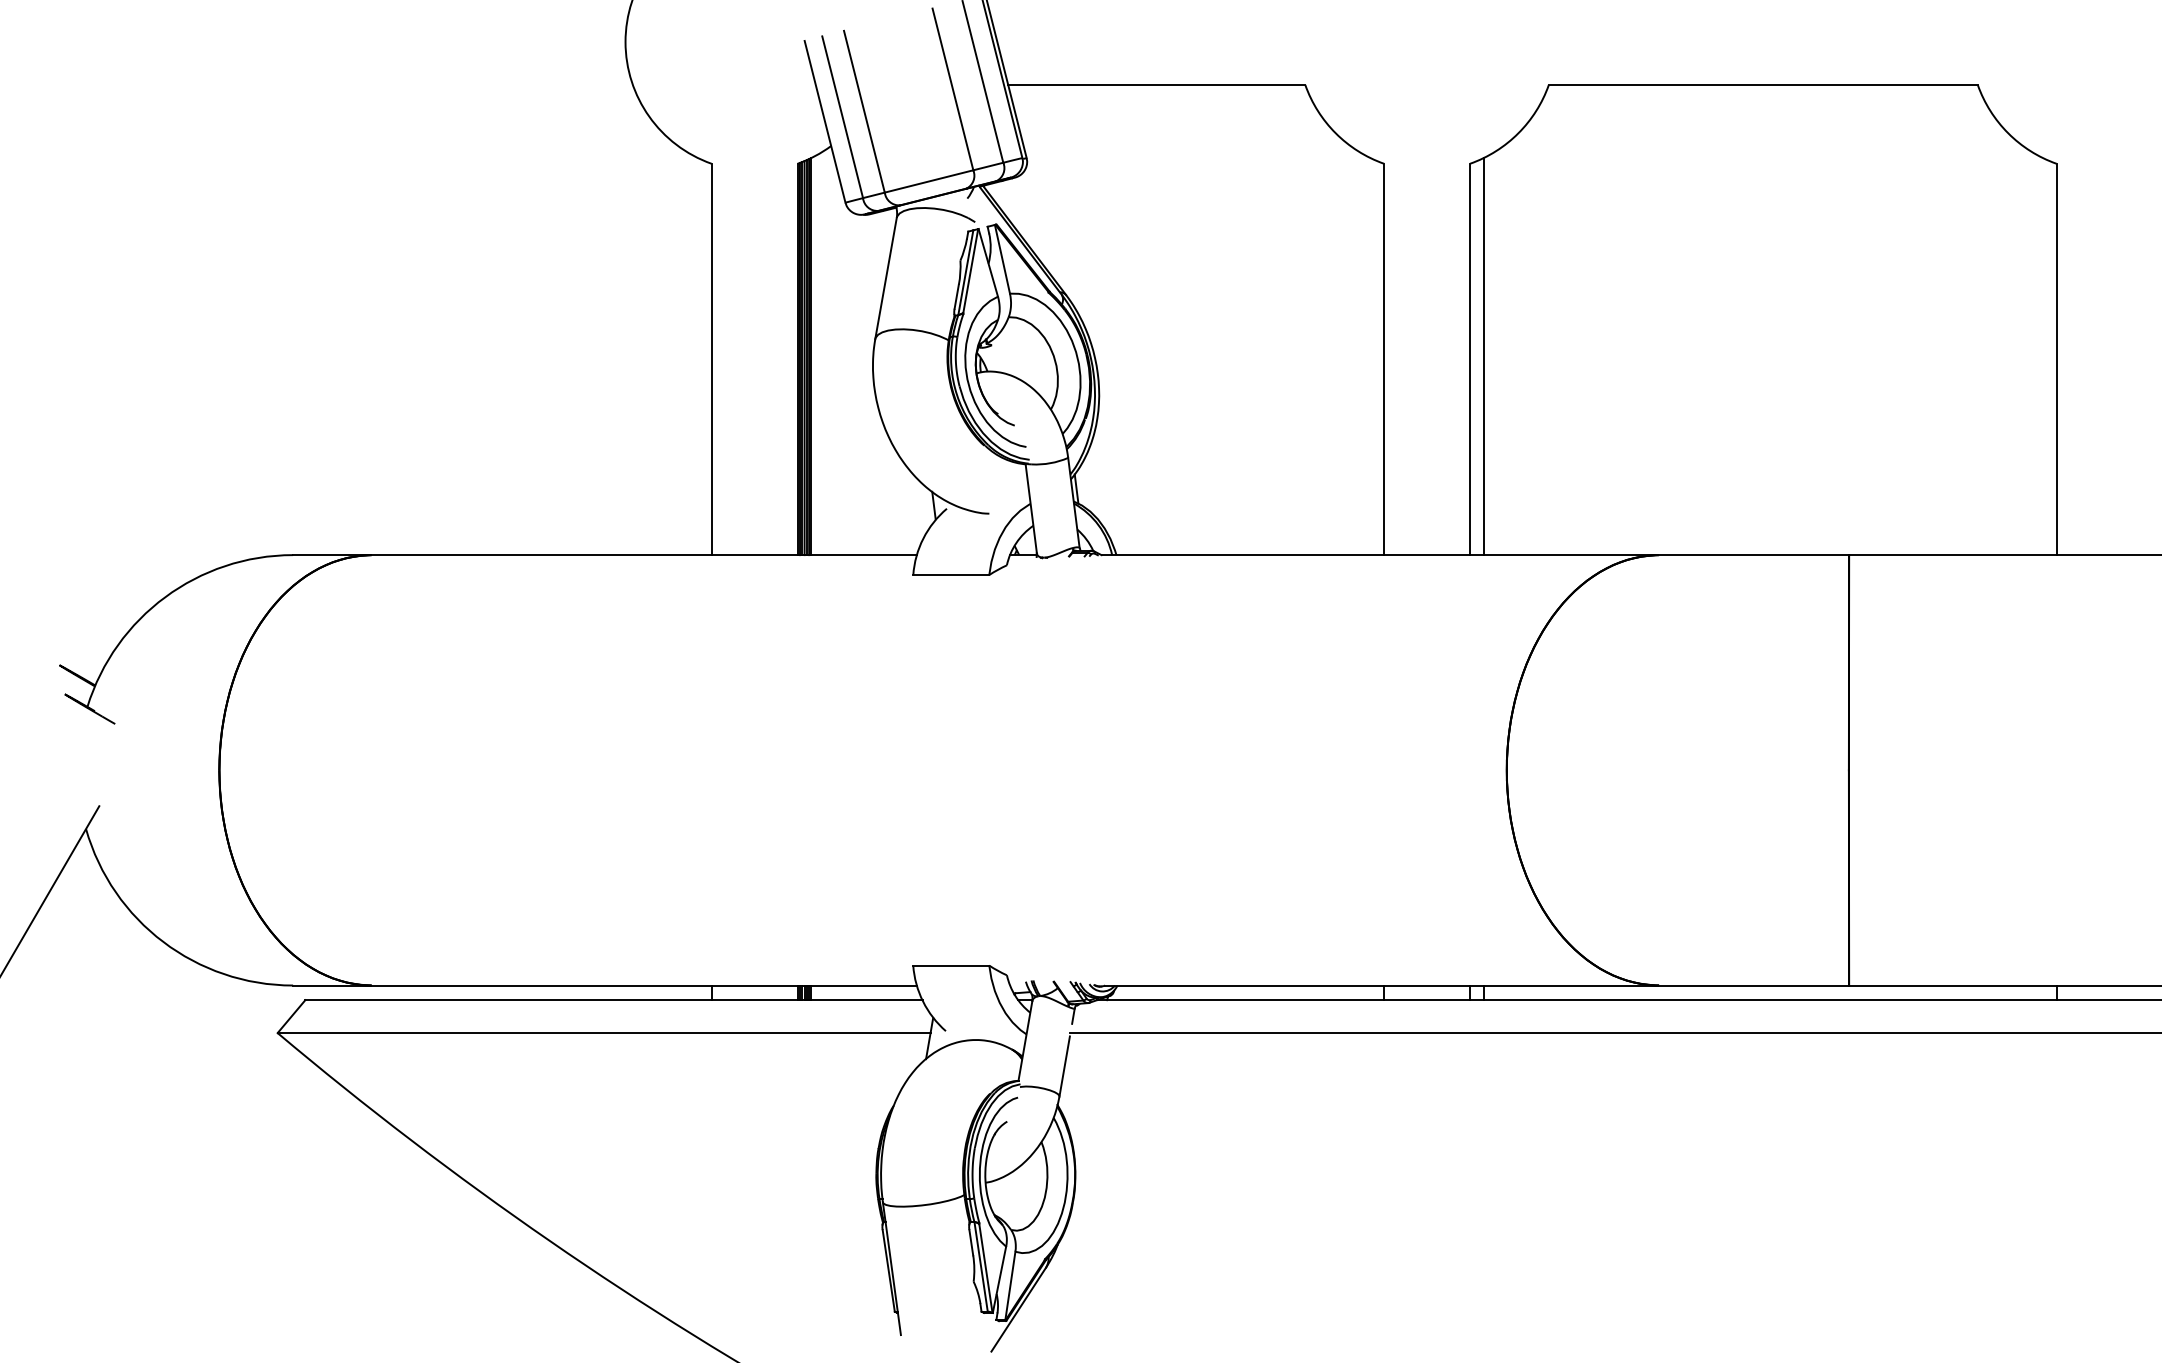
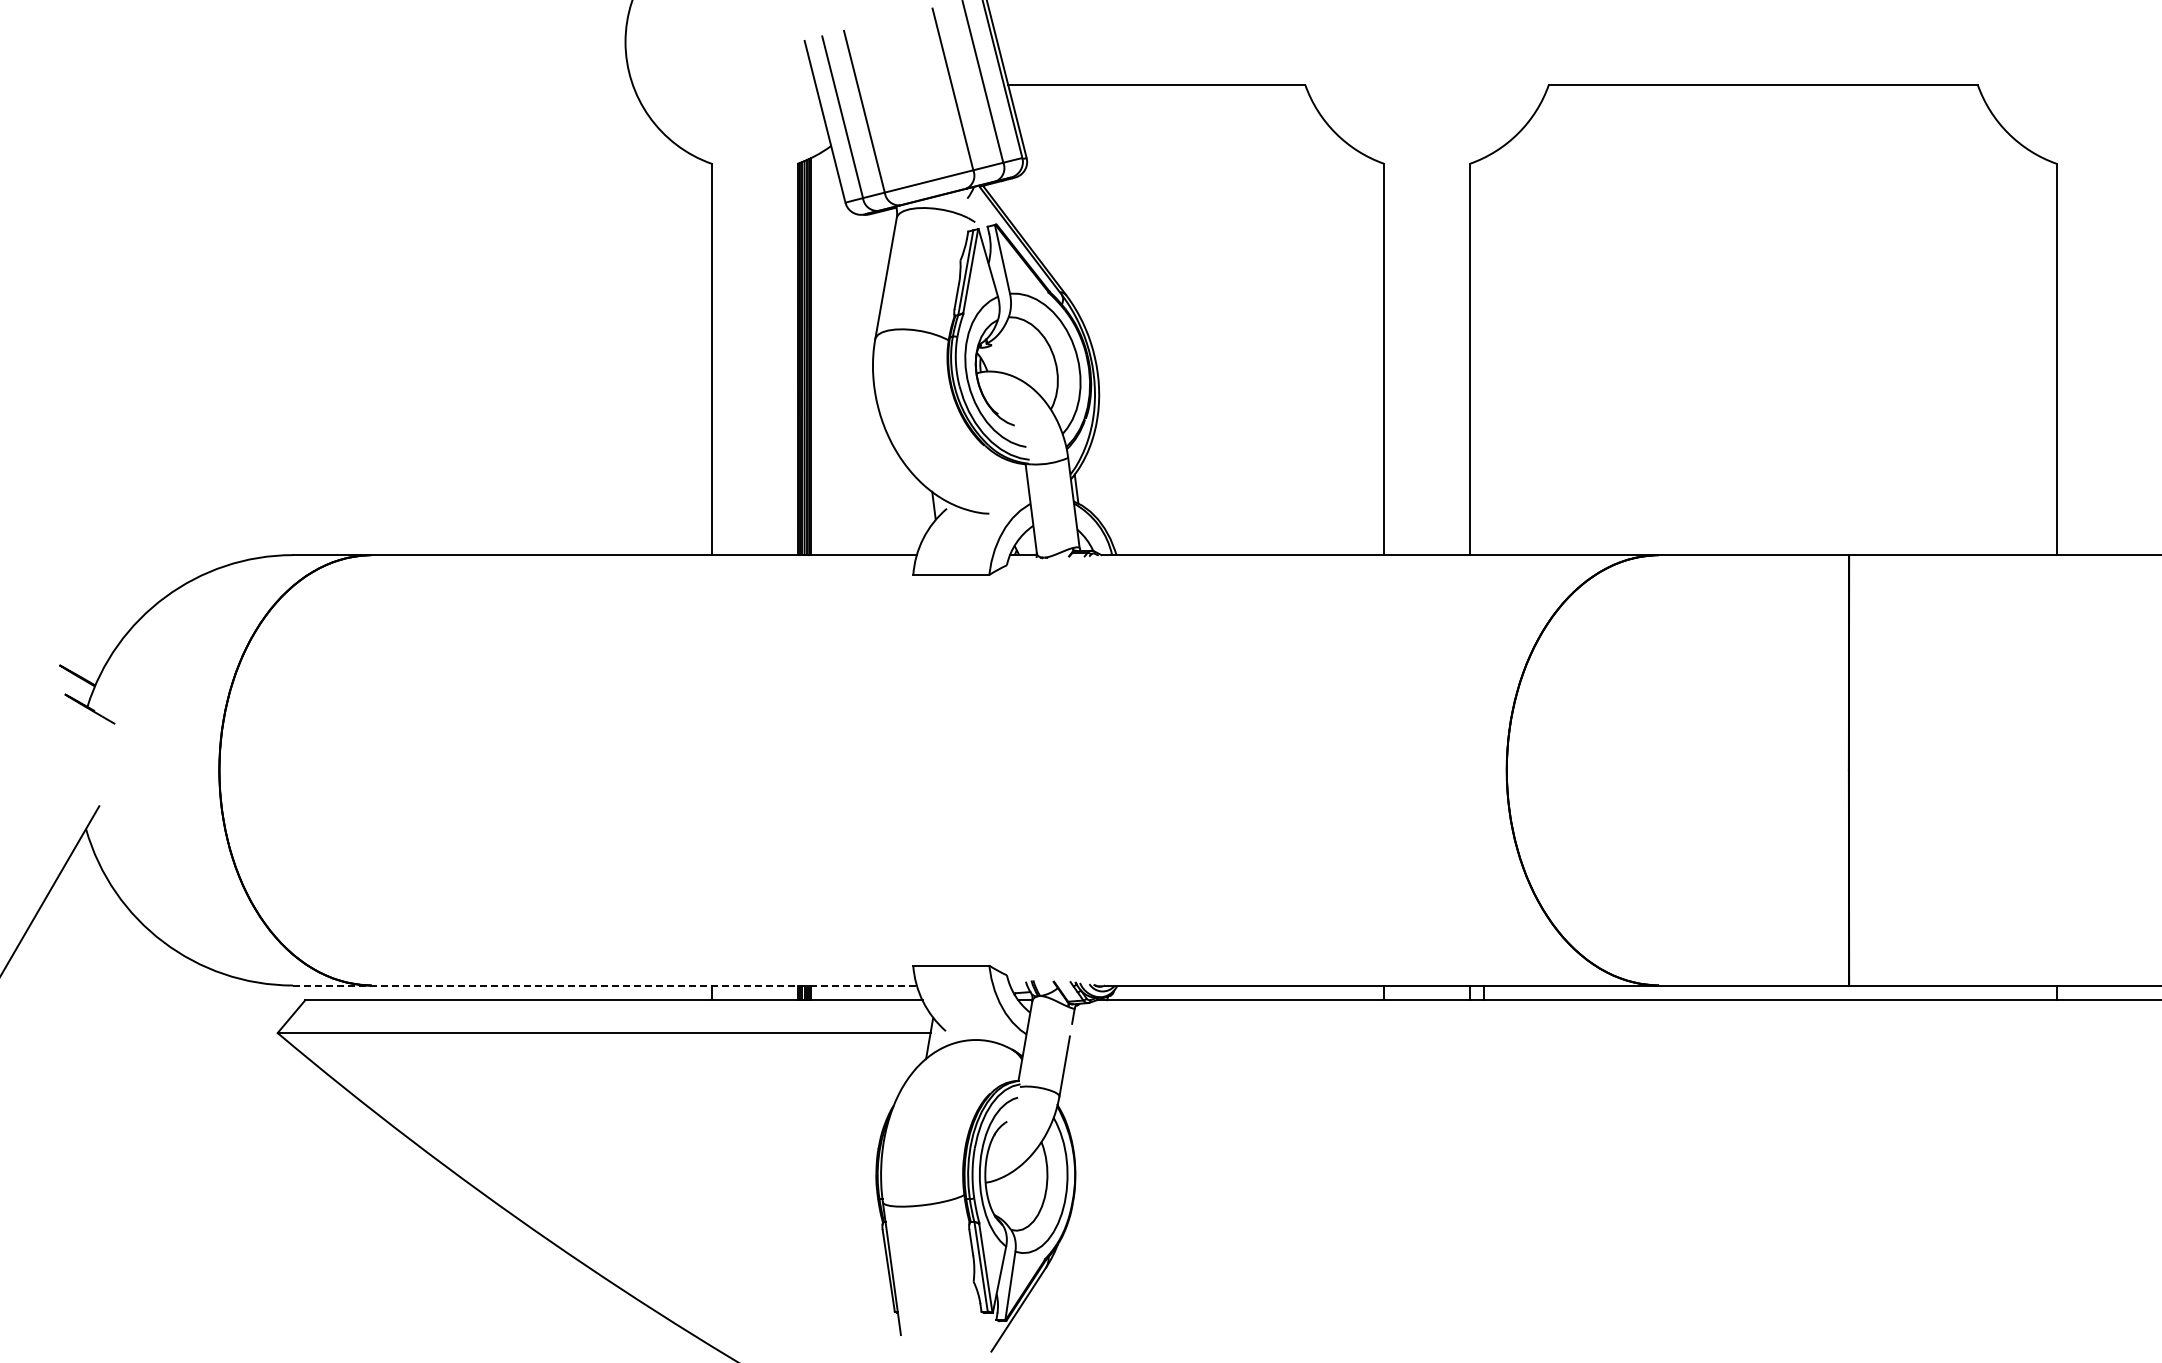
line at (1483, 356): present -> none
line at (605, 985): solid -> dashed
line at (1613, 1033): present -> none
